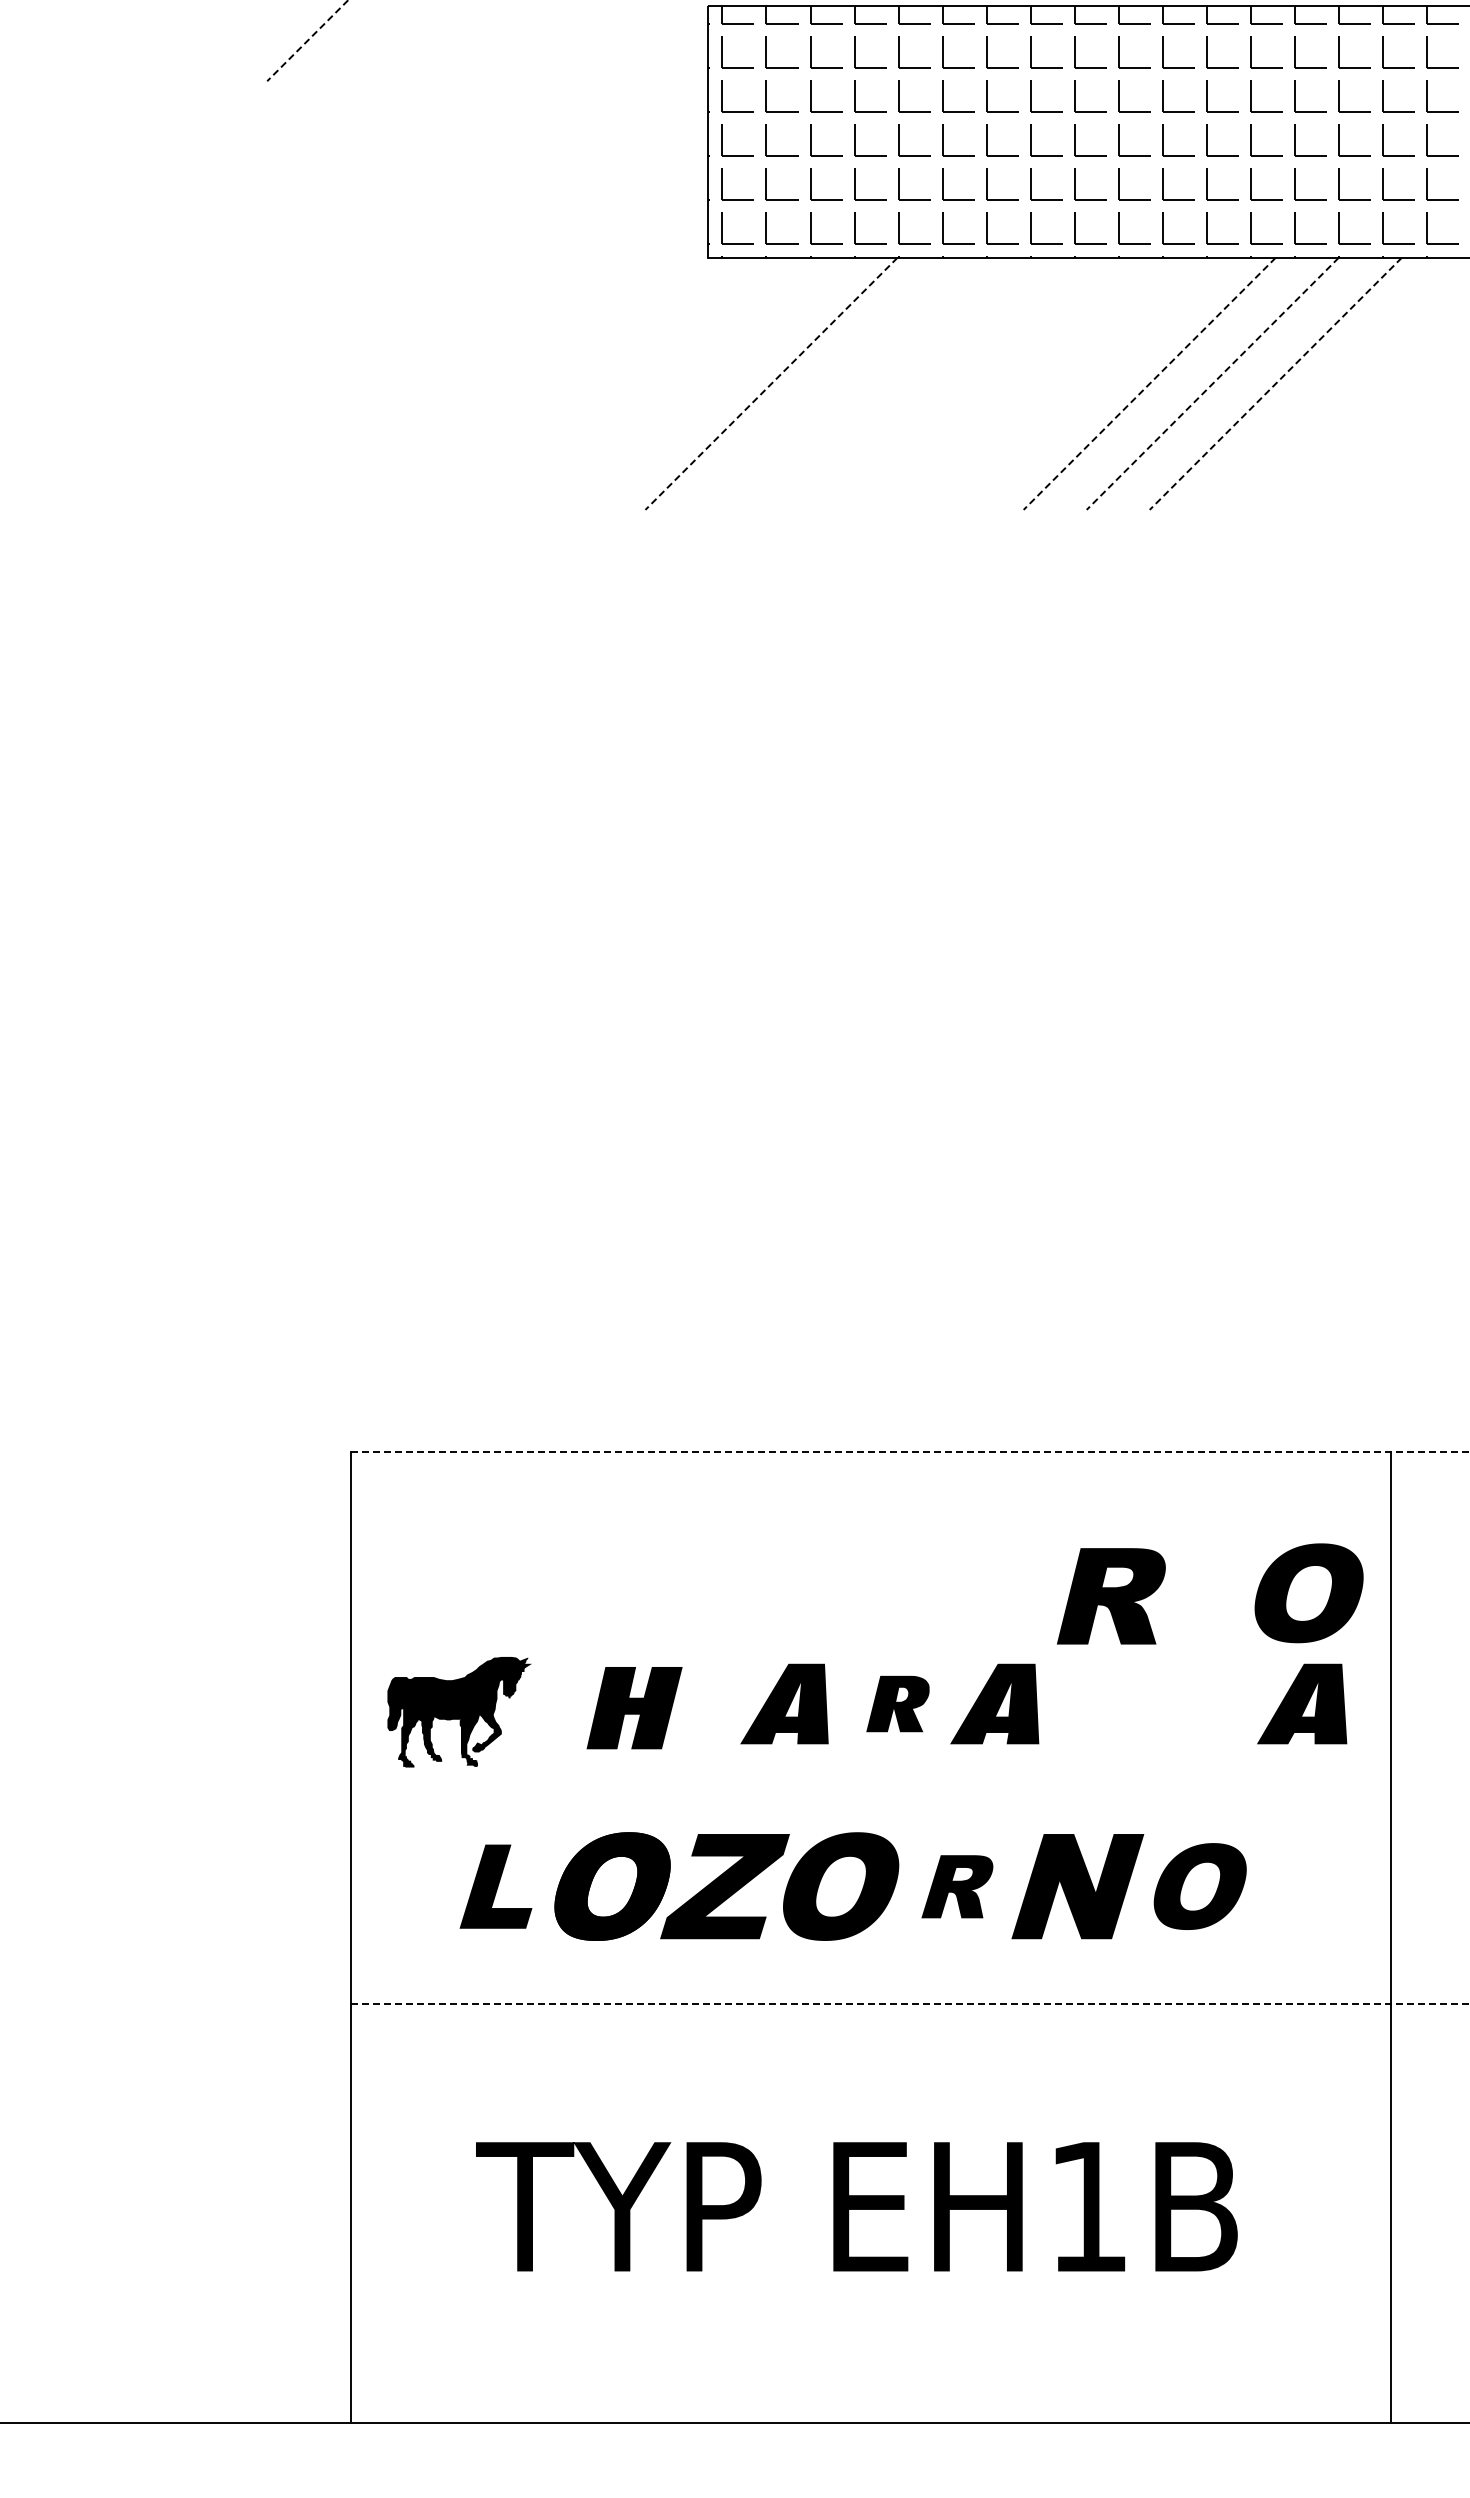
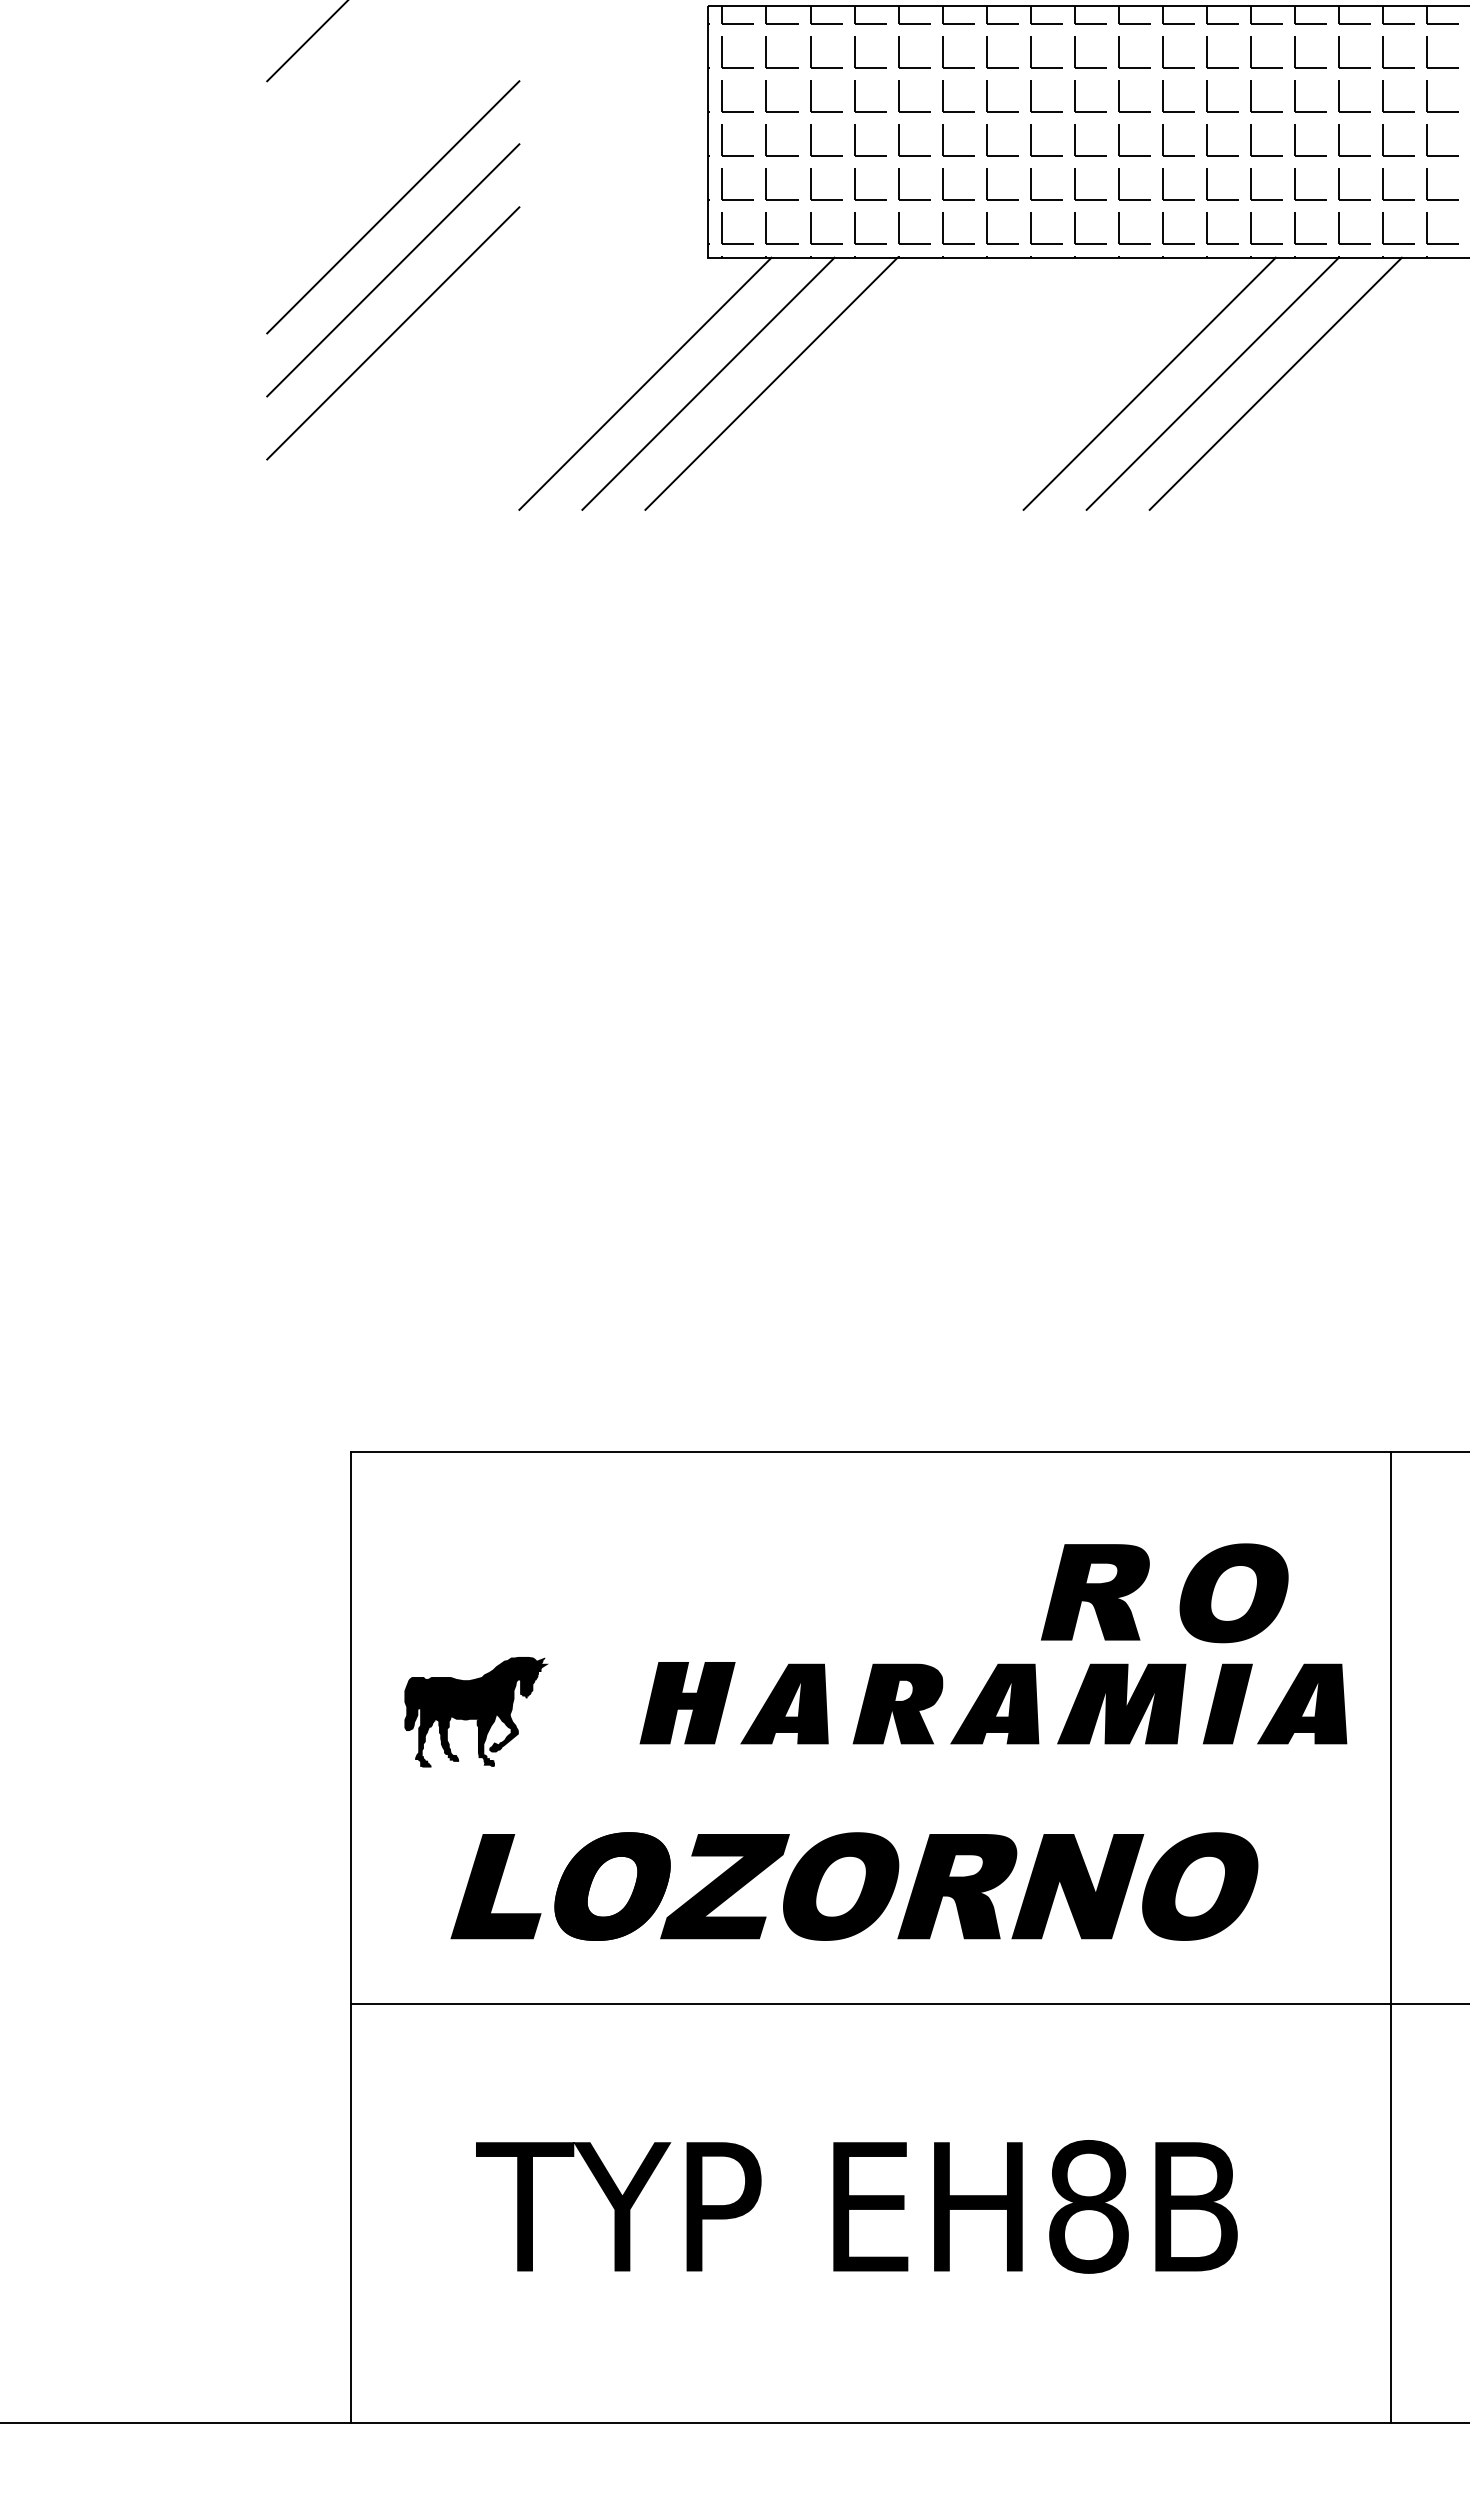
line at (307, 40): dashed -> solid
line at (393, 207): none -> present
line at (393, 270): none -> present
line at (393, 333): none -> present
line at (645, 383): none -> present
line at (708, 383): none -> present
line at (771, 384): dashed -> solid
line at (1149, 384): dashed -> solid
line at (1212, 384): dashed -> solid
line at (1275, 384): dashed -> solid
line at (911, 1452): dashed -> solid
part at (1308, 1593) position: (1308, 1593) -> (1233, 1593)
part at (1111, 1596) position: (1111, 1596) -> (1095, 1592)
part at (897, 1703) size: 64x58 px -> 92x82 px
fill at (1121, 1703): none -> present
fill at (1227, 1703): none -> present
part at (634, 1708) position: (634, 1708) -> (687, 1703)
part at (459, 1712) position: (459, 1712) -> (476, 1712)
part at (495, 1886) size: 74x85 px -> 92x106 px
part at (957, 1886) size: 73x64 px -> 121x106 px
part at (1199, 1886) size: 94x87 px -> 117x109 px
line at (911, 2003): dashed -> solid
text at (1088, 2206): EH1B -> EH8B
